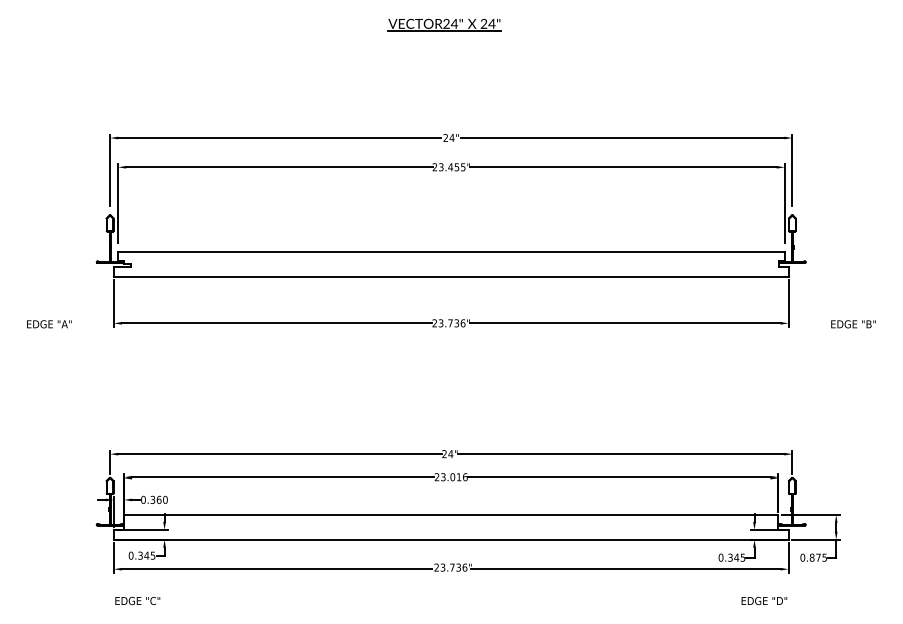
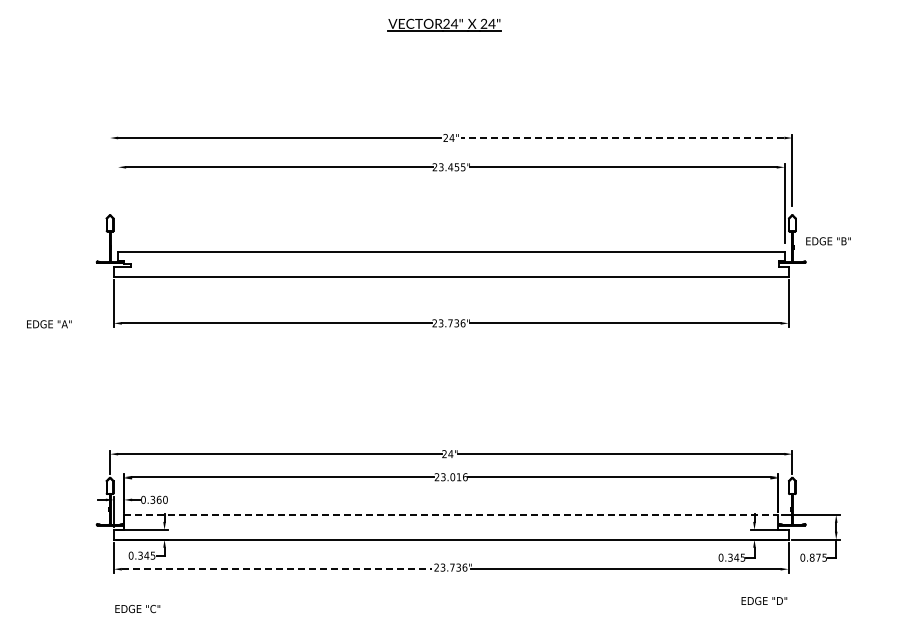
line at (622, 138): solid -> dashed
line at (110, 170): present -> none
line at (118, 203): present -> none
text at (853, 324) position: (853, 324) -> (828, 241)
line at (451, 514): solid -> dashed
line at (276, 569): solid -> dashed
text at (137, 601) position: (137, 601) -> (137, 609)
